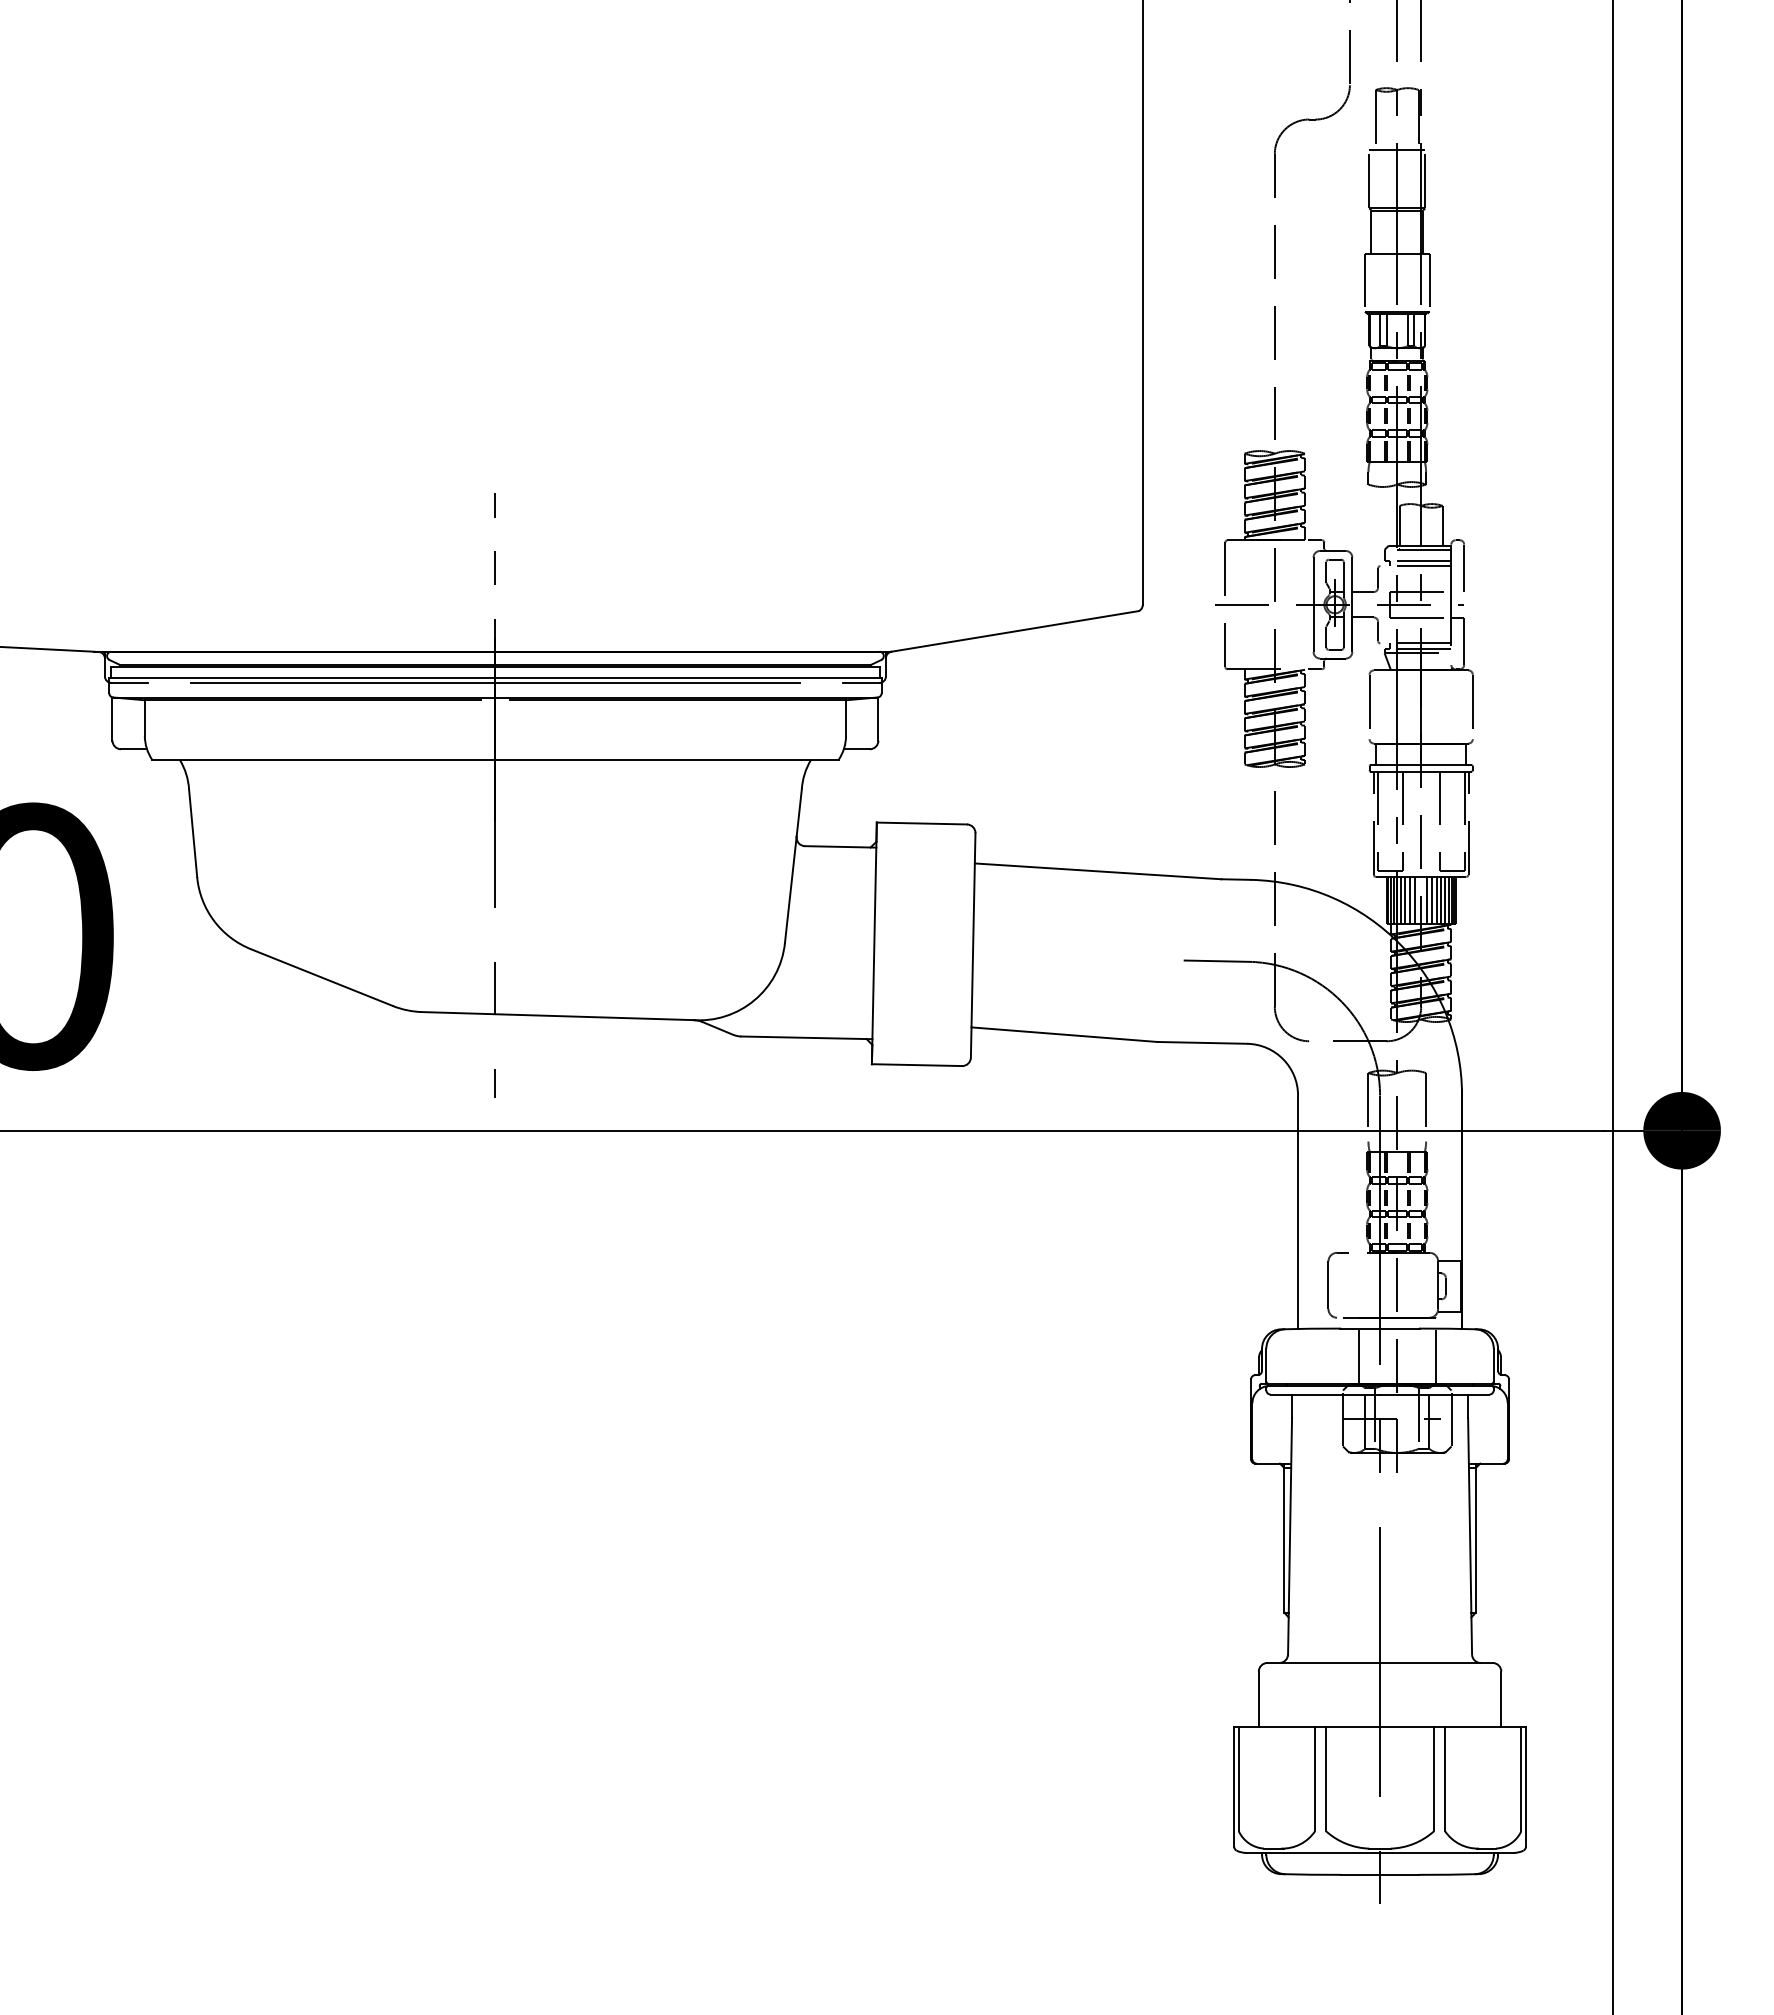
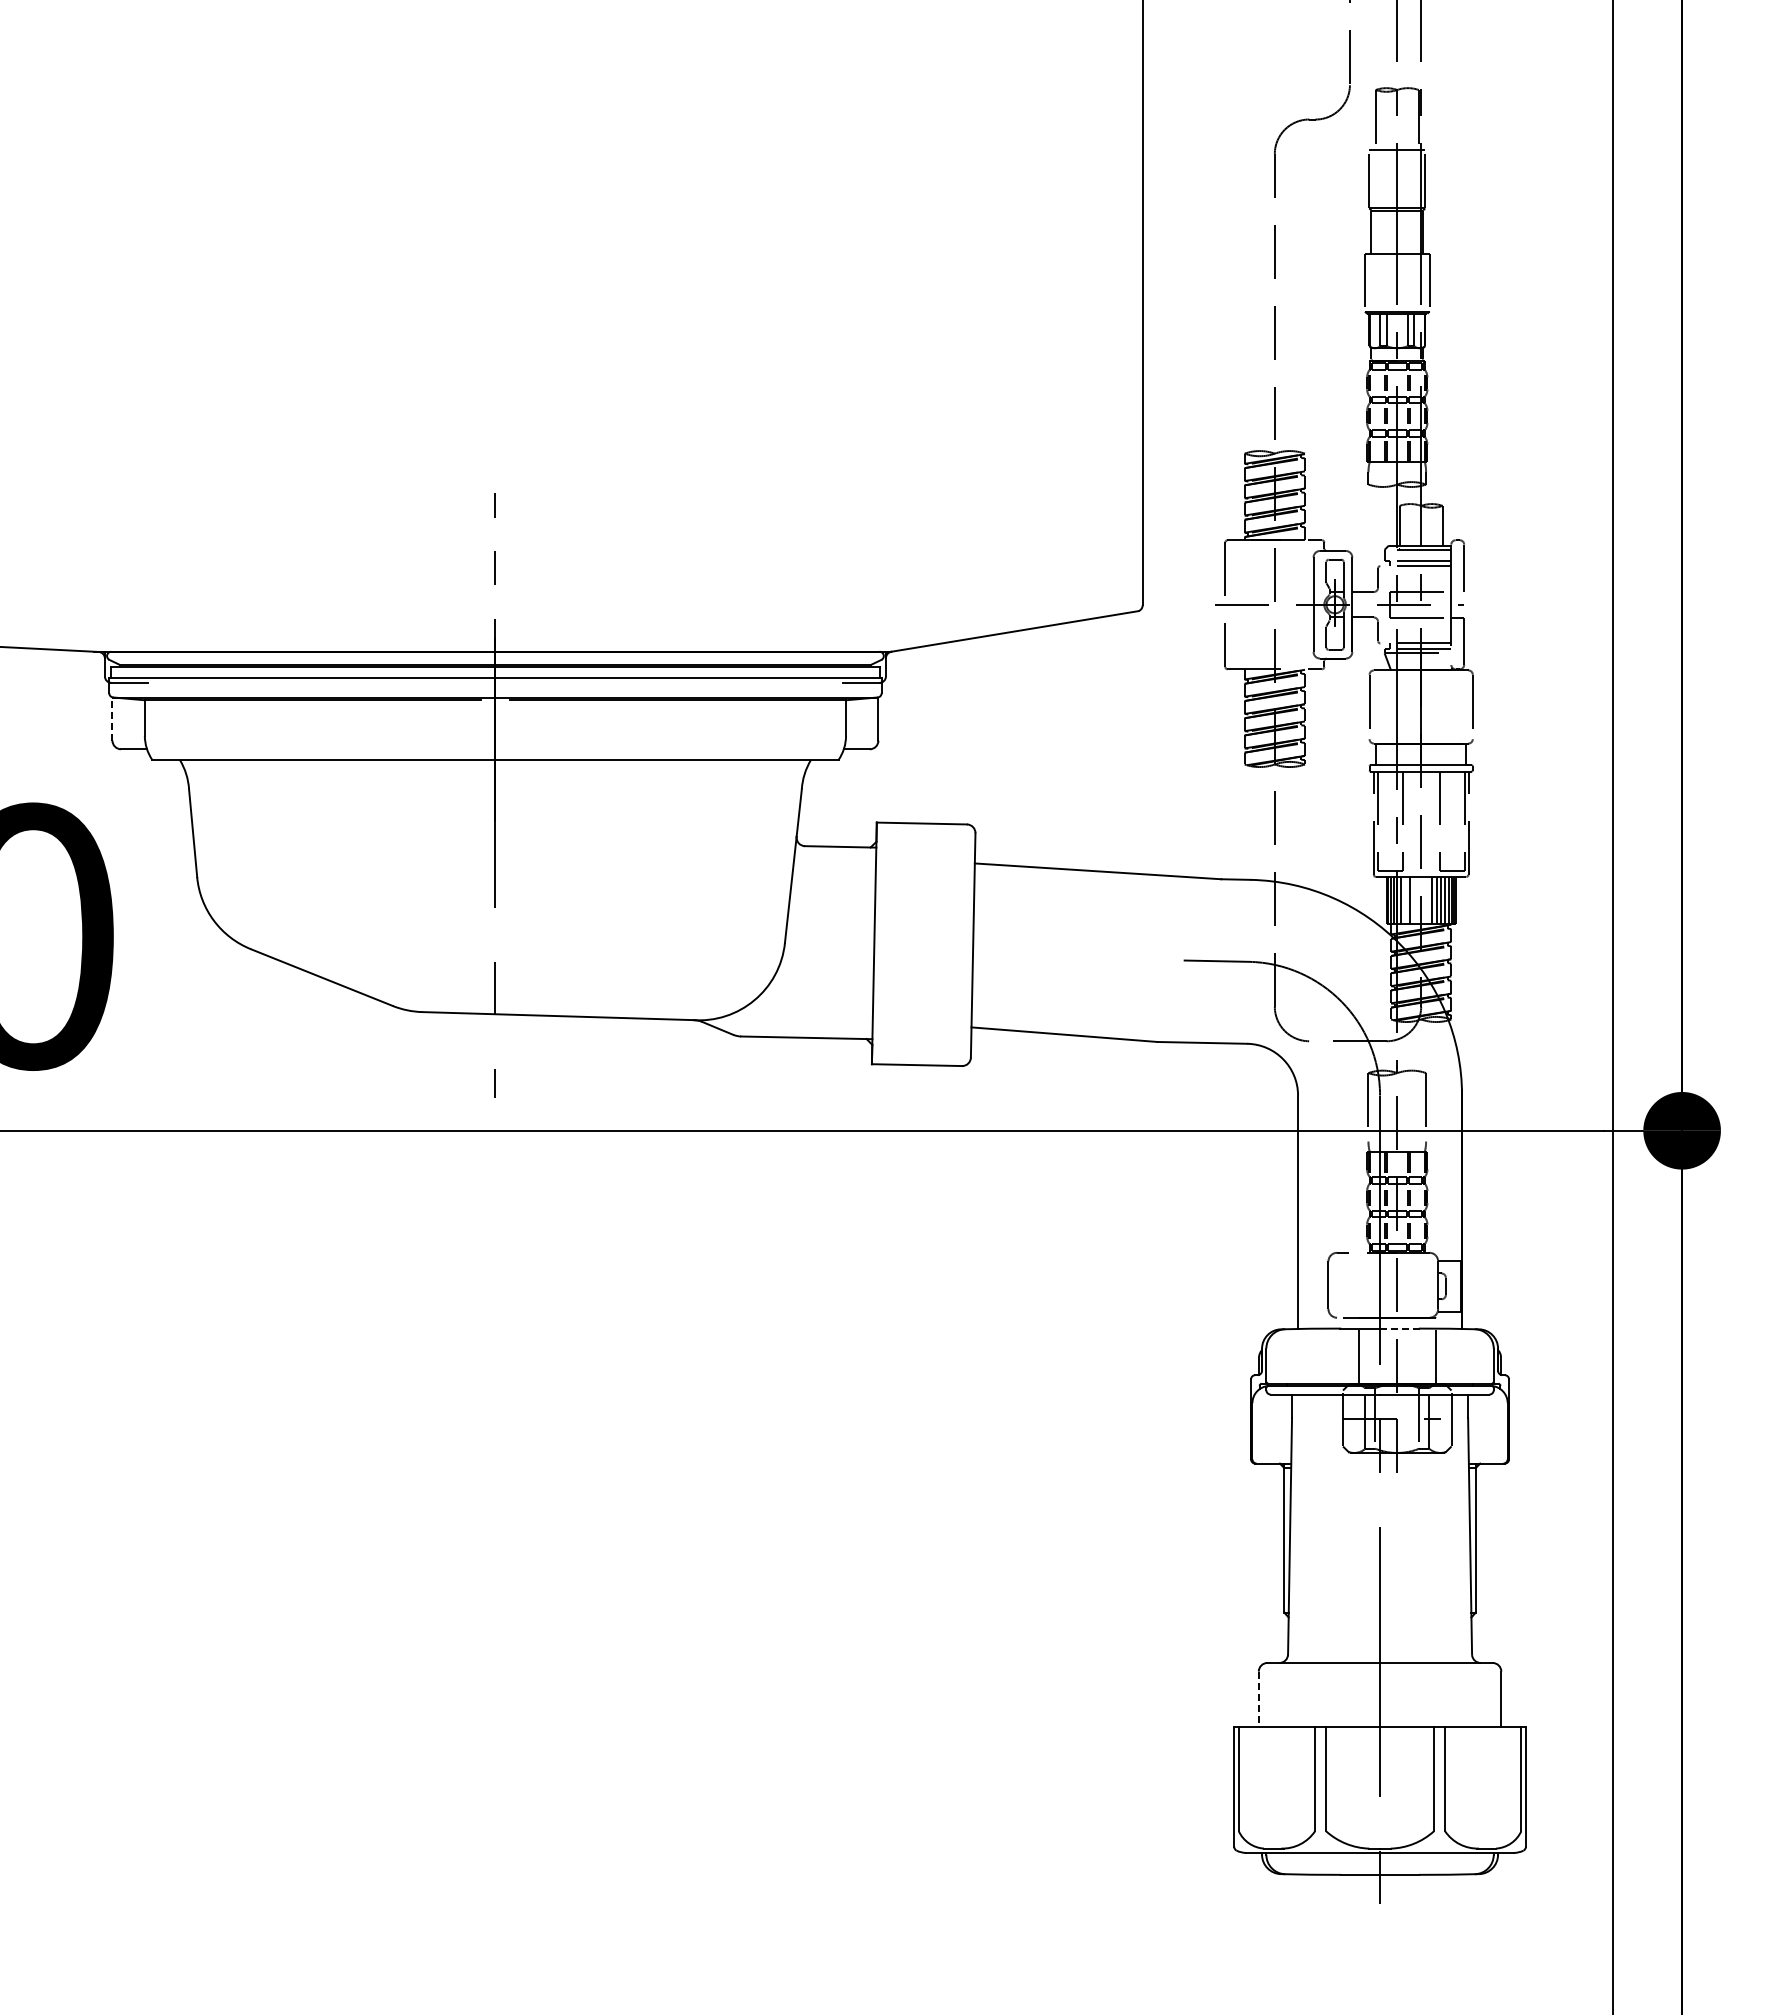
line at (495, 682): present -> none
line at (112, 719): solid -> dashed
line at (1405, 900): present -> none
line at (1415, 900): present -> none
line at (1427, 900): present -> none
line at (1400, 1328): solid -> dashed
line at (1258, 1699): solid -> dashed
